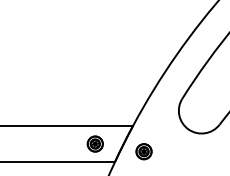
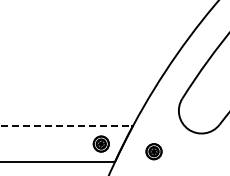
line at (66, 125): solid -> dashed
part at (94, 143) position: (94, 143) -> (100, 143)
part at (143, 151) position: (143, 151) -> (153, 151)
